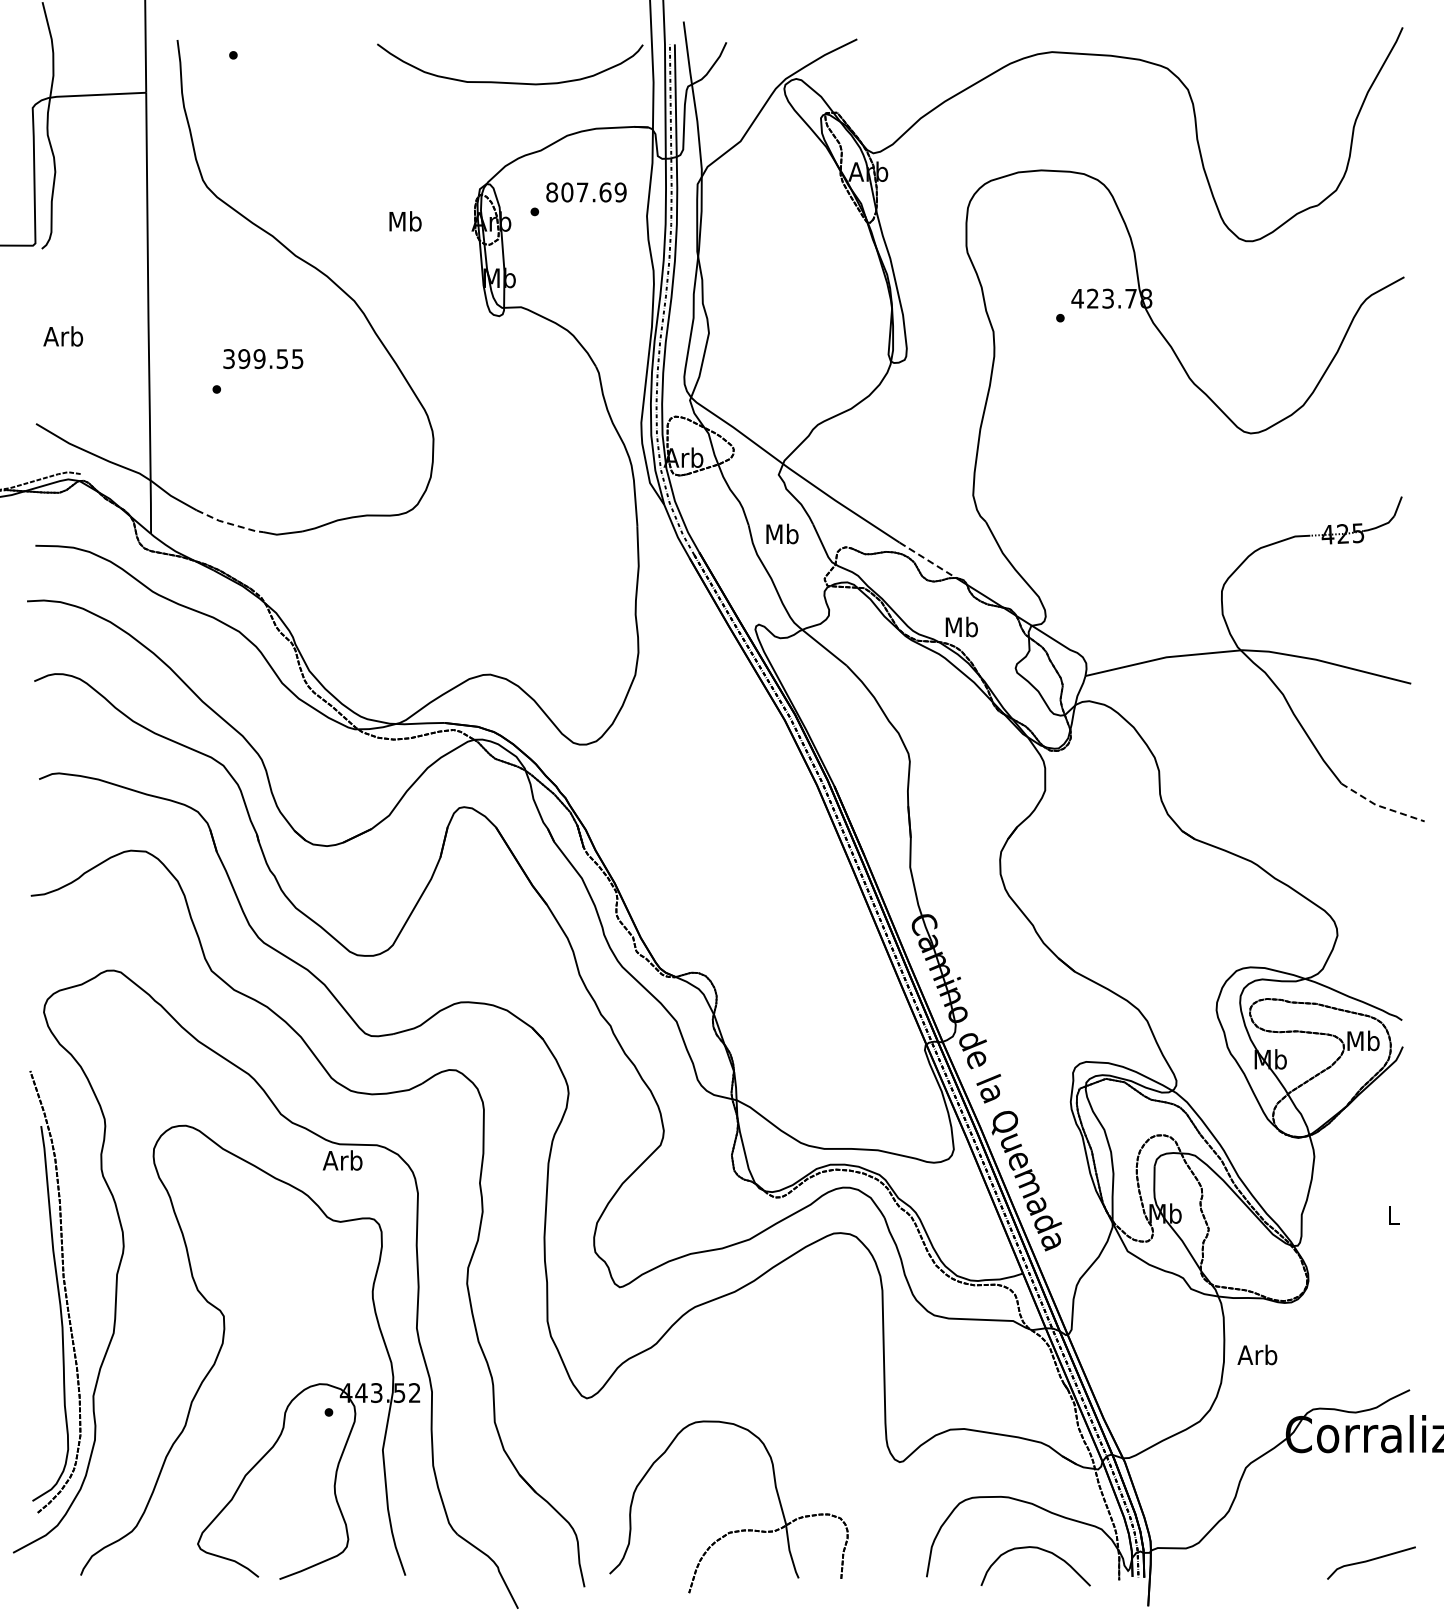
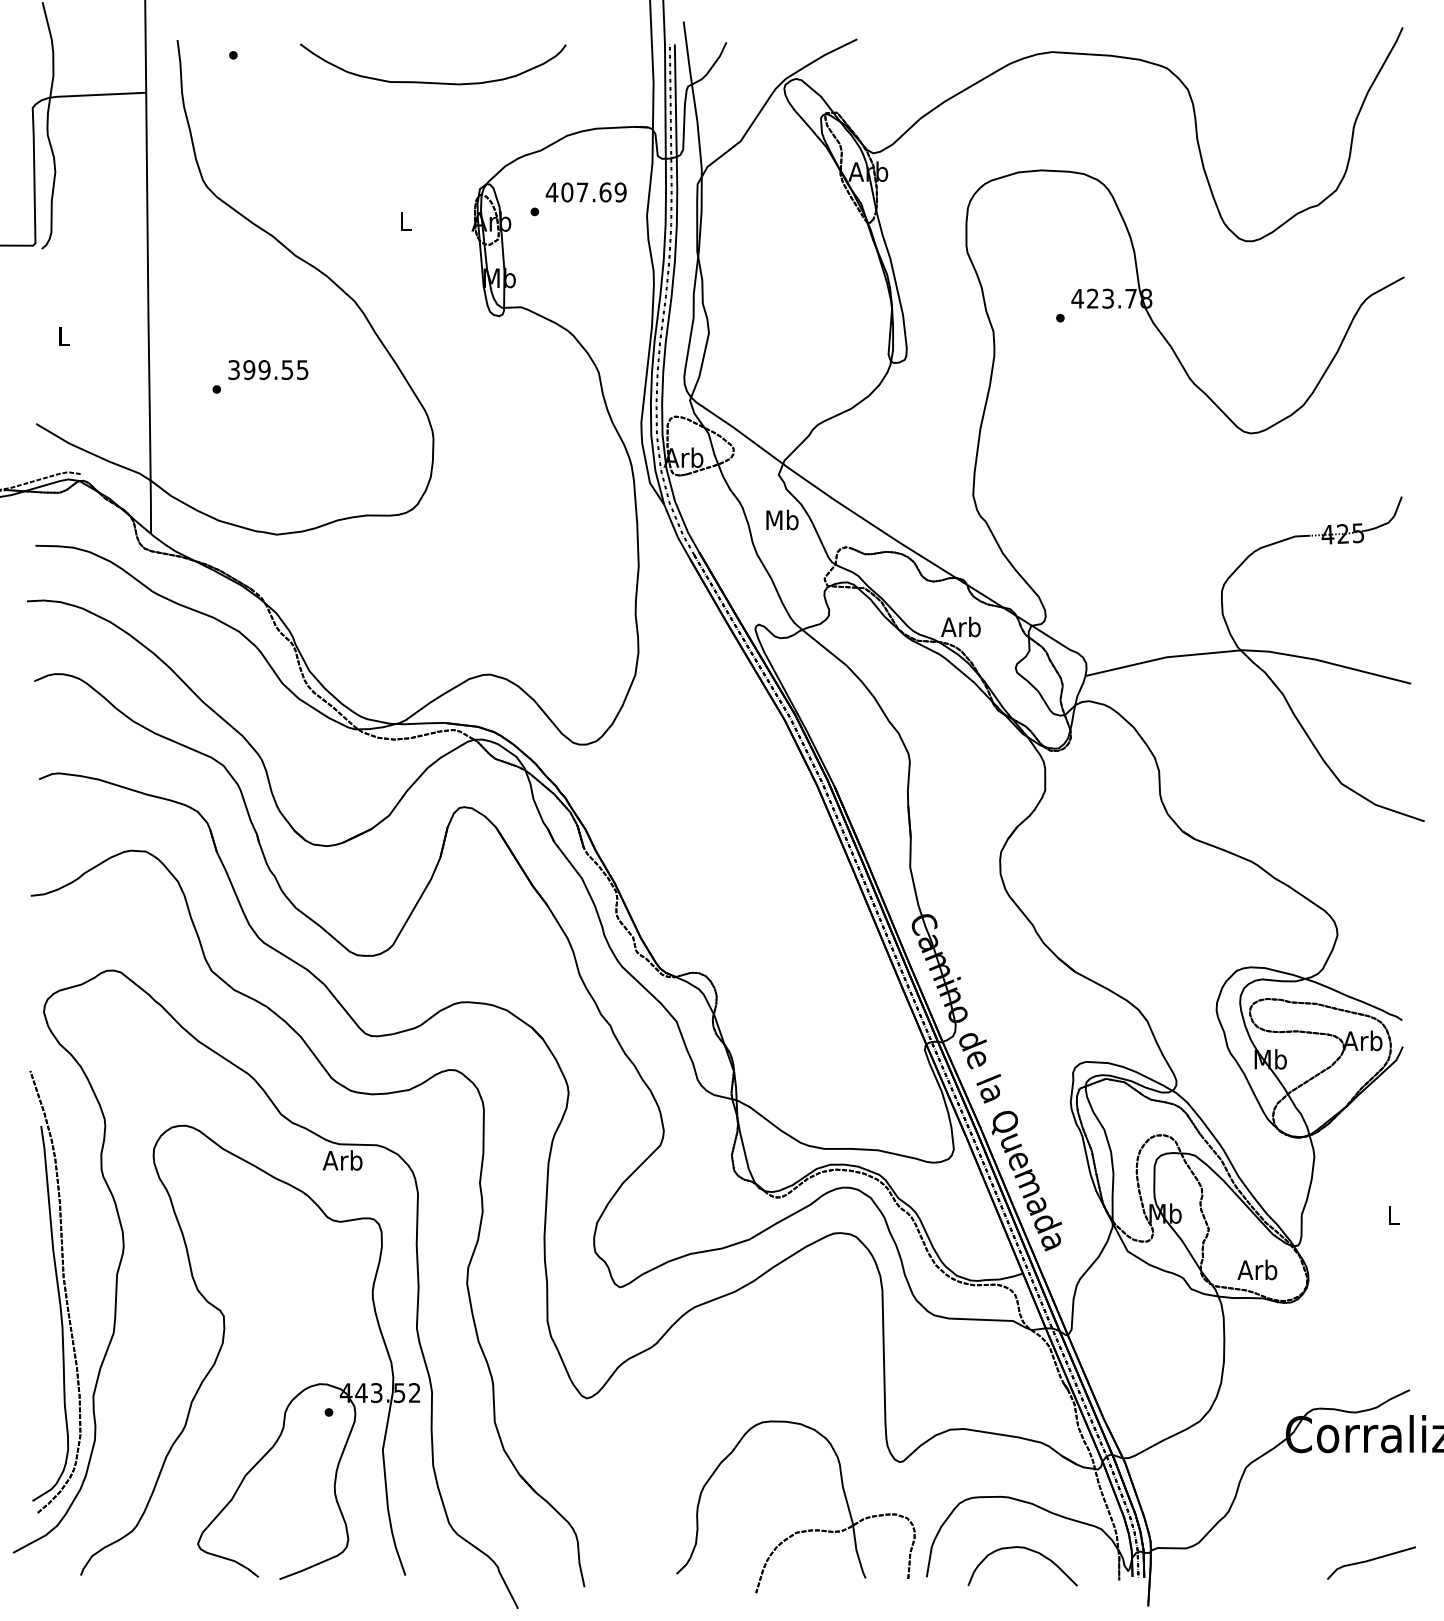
curve at (510, 82) position: (510, 82) -> (433, 82)
text at (551, 192): 807.69 -> 407.69
text at (405, 221): Mb -> L
text at (63, 336): Arb -> L
text at (263, 359) position: (263, 359) -> (268, 370)
line at (229, 523): dashed -> solid
text at (782, 533) position: (782, 533) -> (782, 519)
line at (928, 560): dashed -> solid
text at (960, 626): Mb -> Arb
line at (1380, 806): dashed -> solid
text at (1362, 1040): Mb -> Arb
text at (1257, 1354) position: (1257, 1354) -> (1257, 1269)
part at (735, 1530) position: (735, 1530) -> (802, 1530)
curve at (1041, 1550) position: (1041, 1550) -> (1028, 1550)
